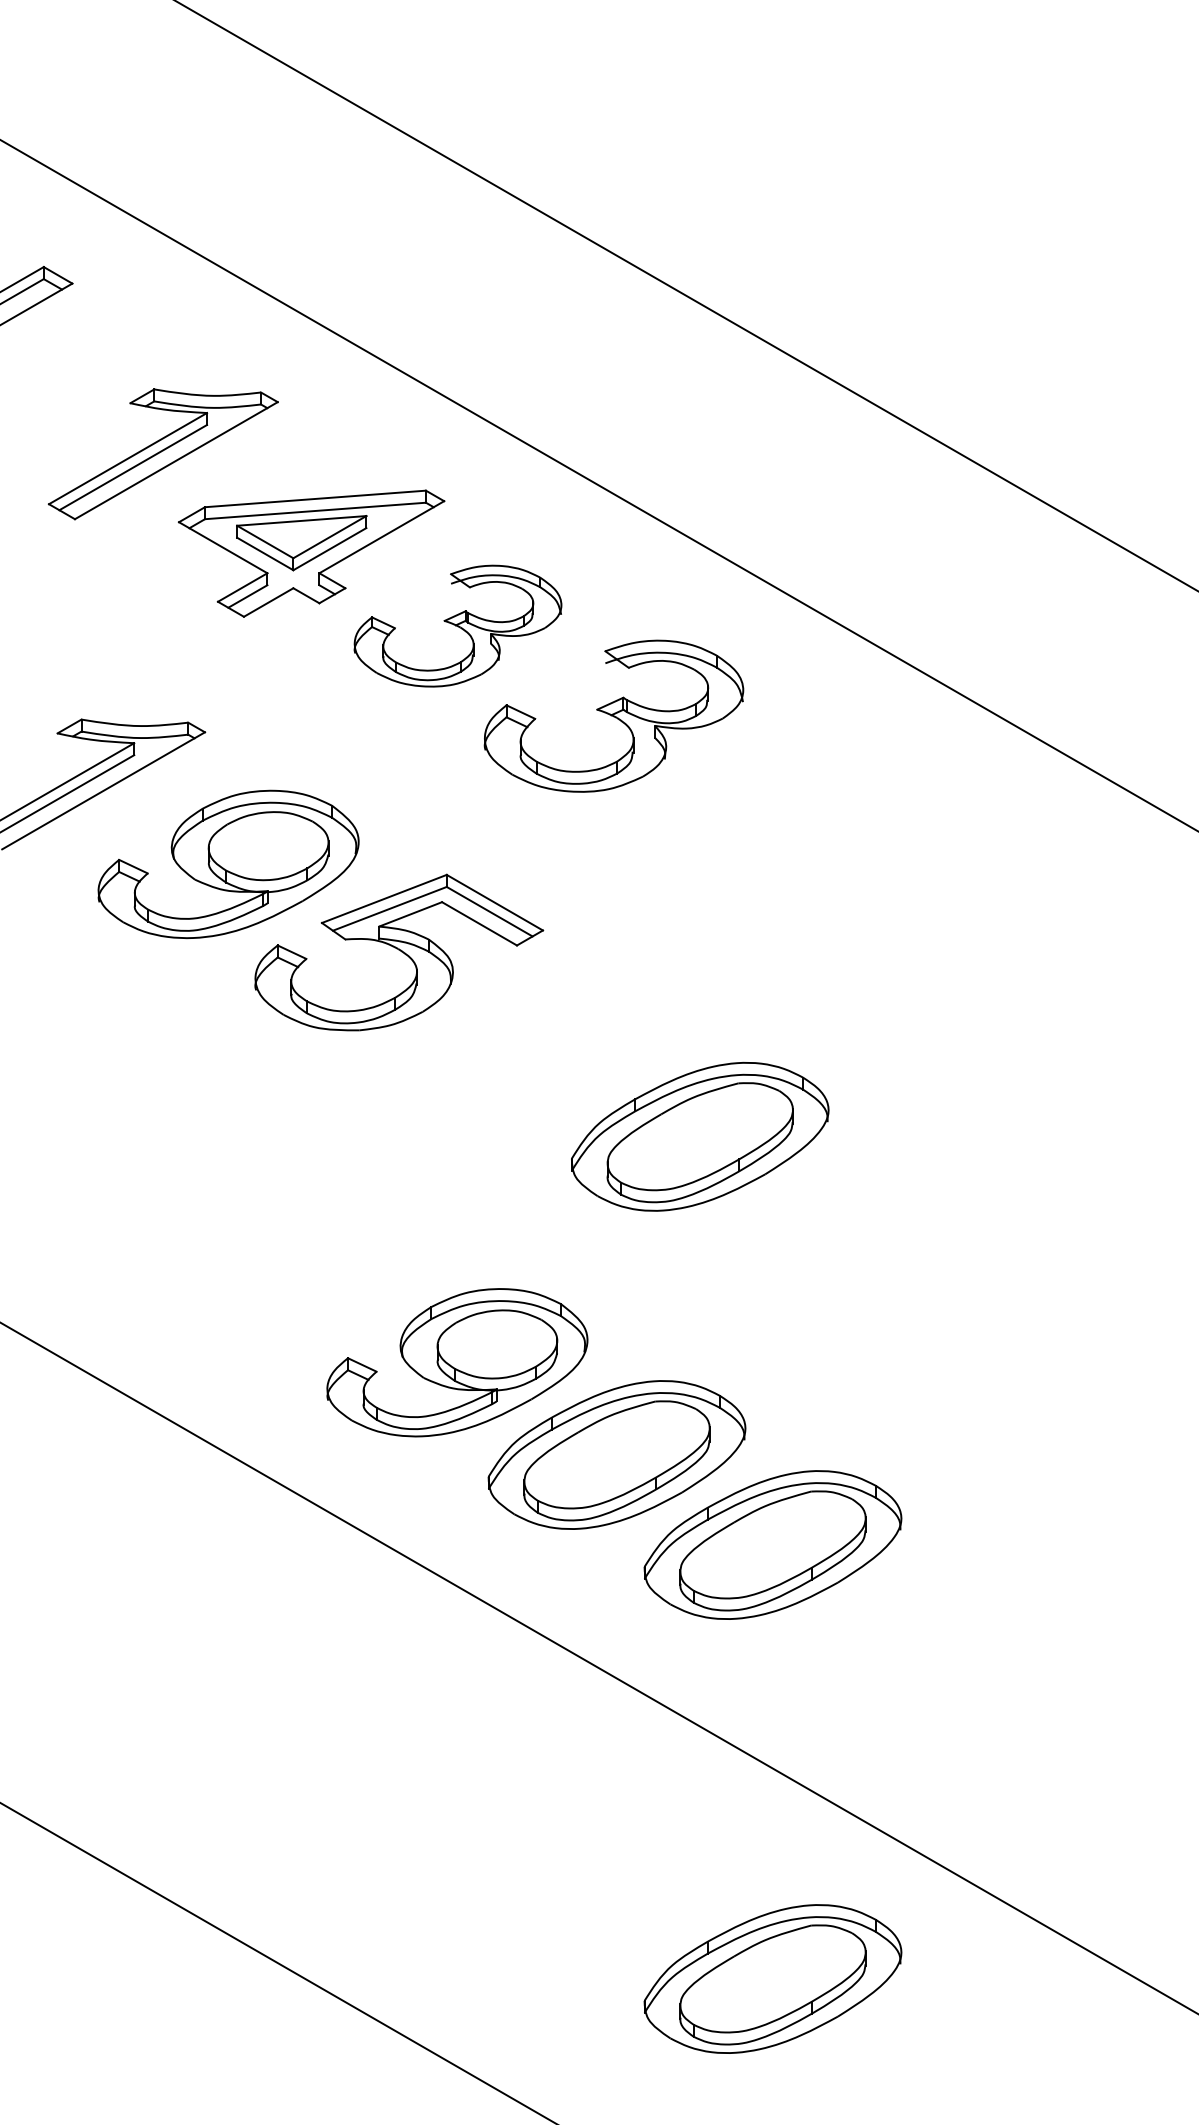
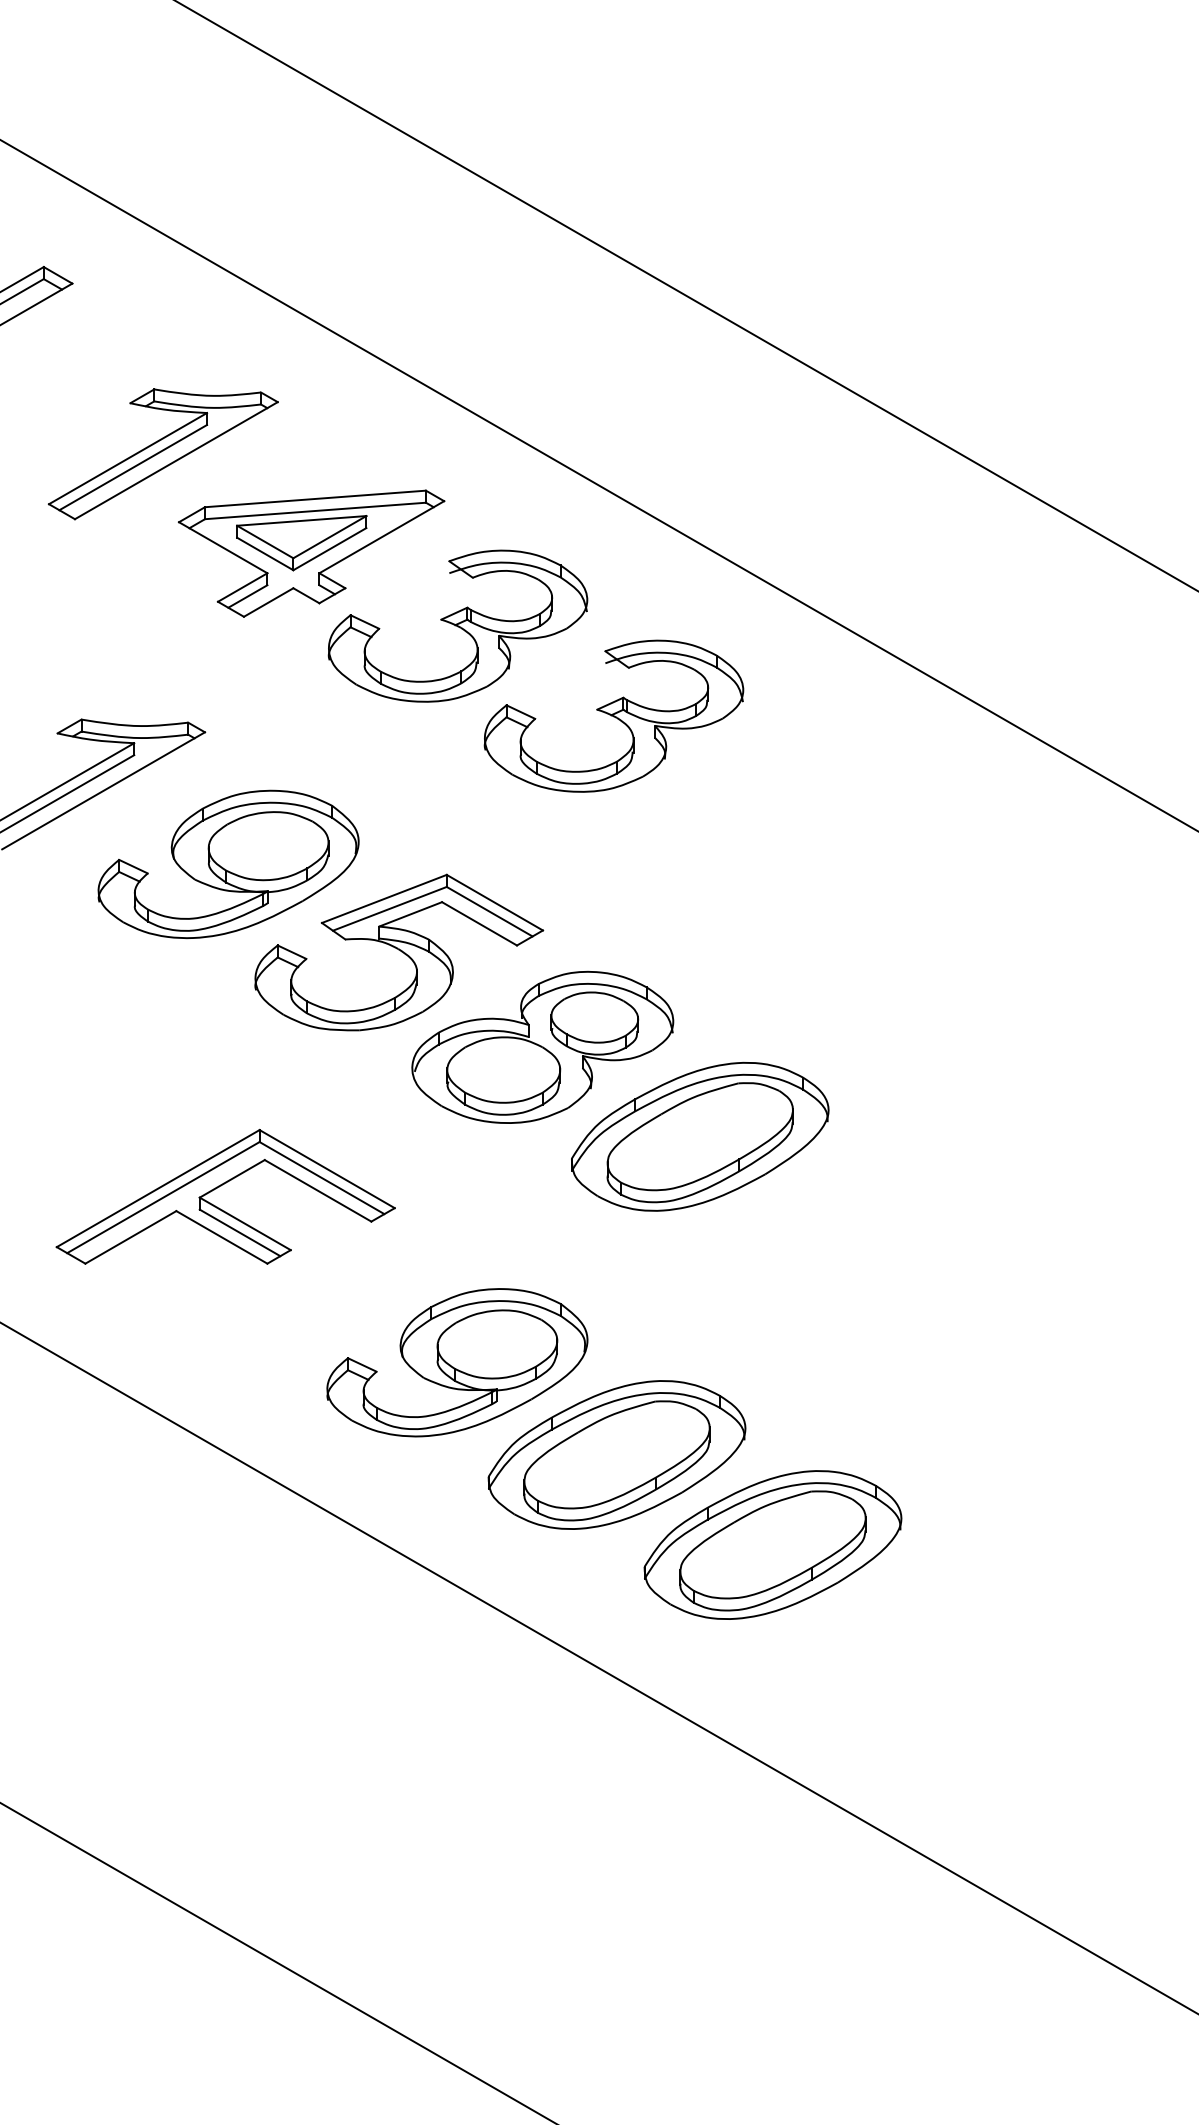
part at (457, 625) size: 210x124 px -> 262x154 px
part at (542, 1046): none -> present
part at (221, 1186): none -> present
part at (772, 1978): present -> none
